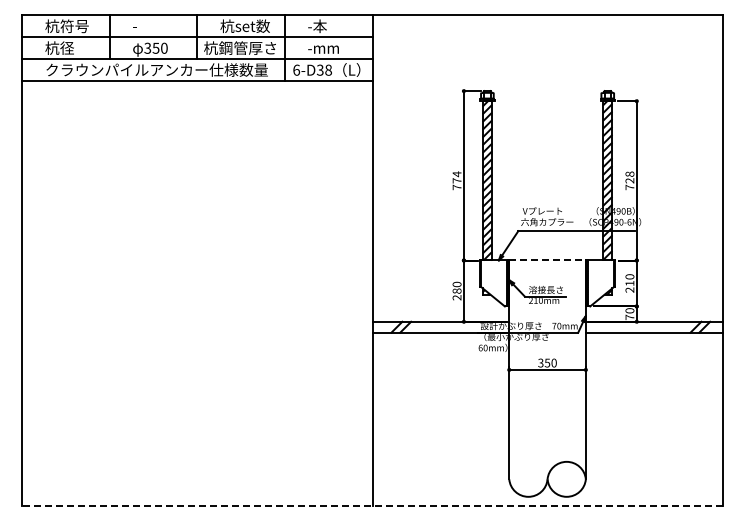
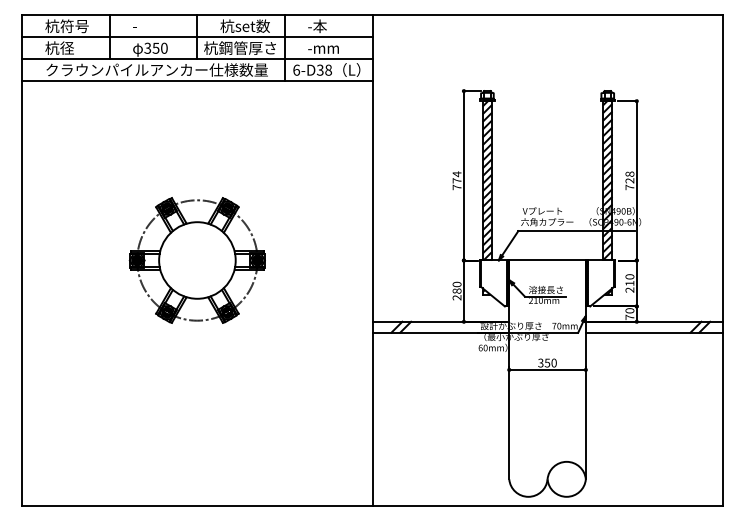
part at (196, 260): none -> present
line at (548, 260): dashed -> solid
line at (372, 505): dashed -> solid
